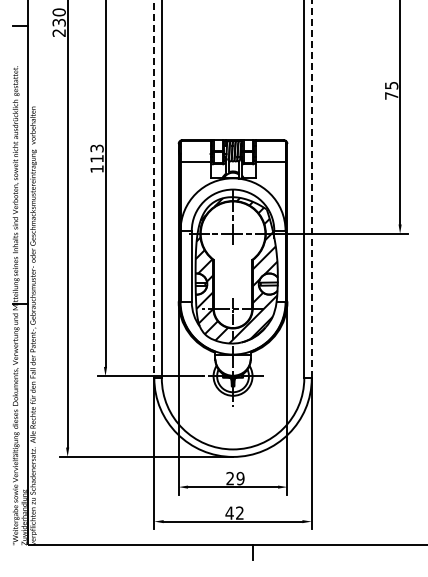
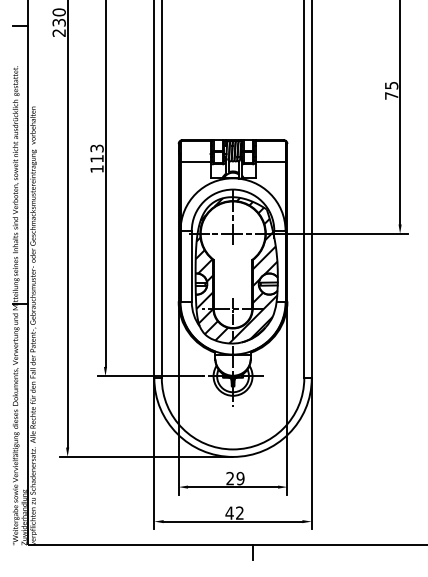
line at (154, 189): dashed -> solid
line at (311, 189): dashed -> solid
